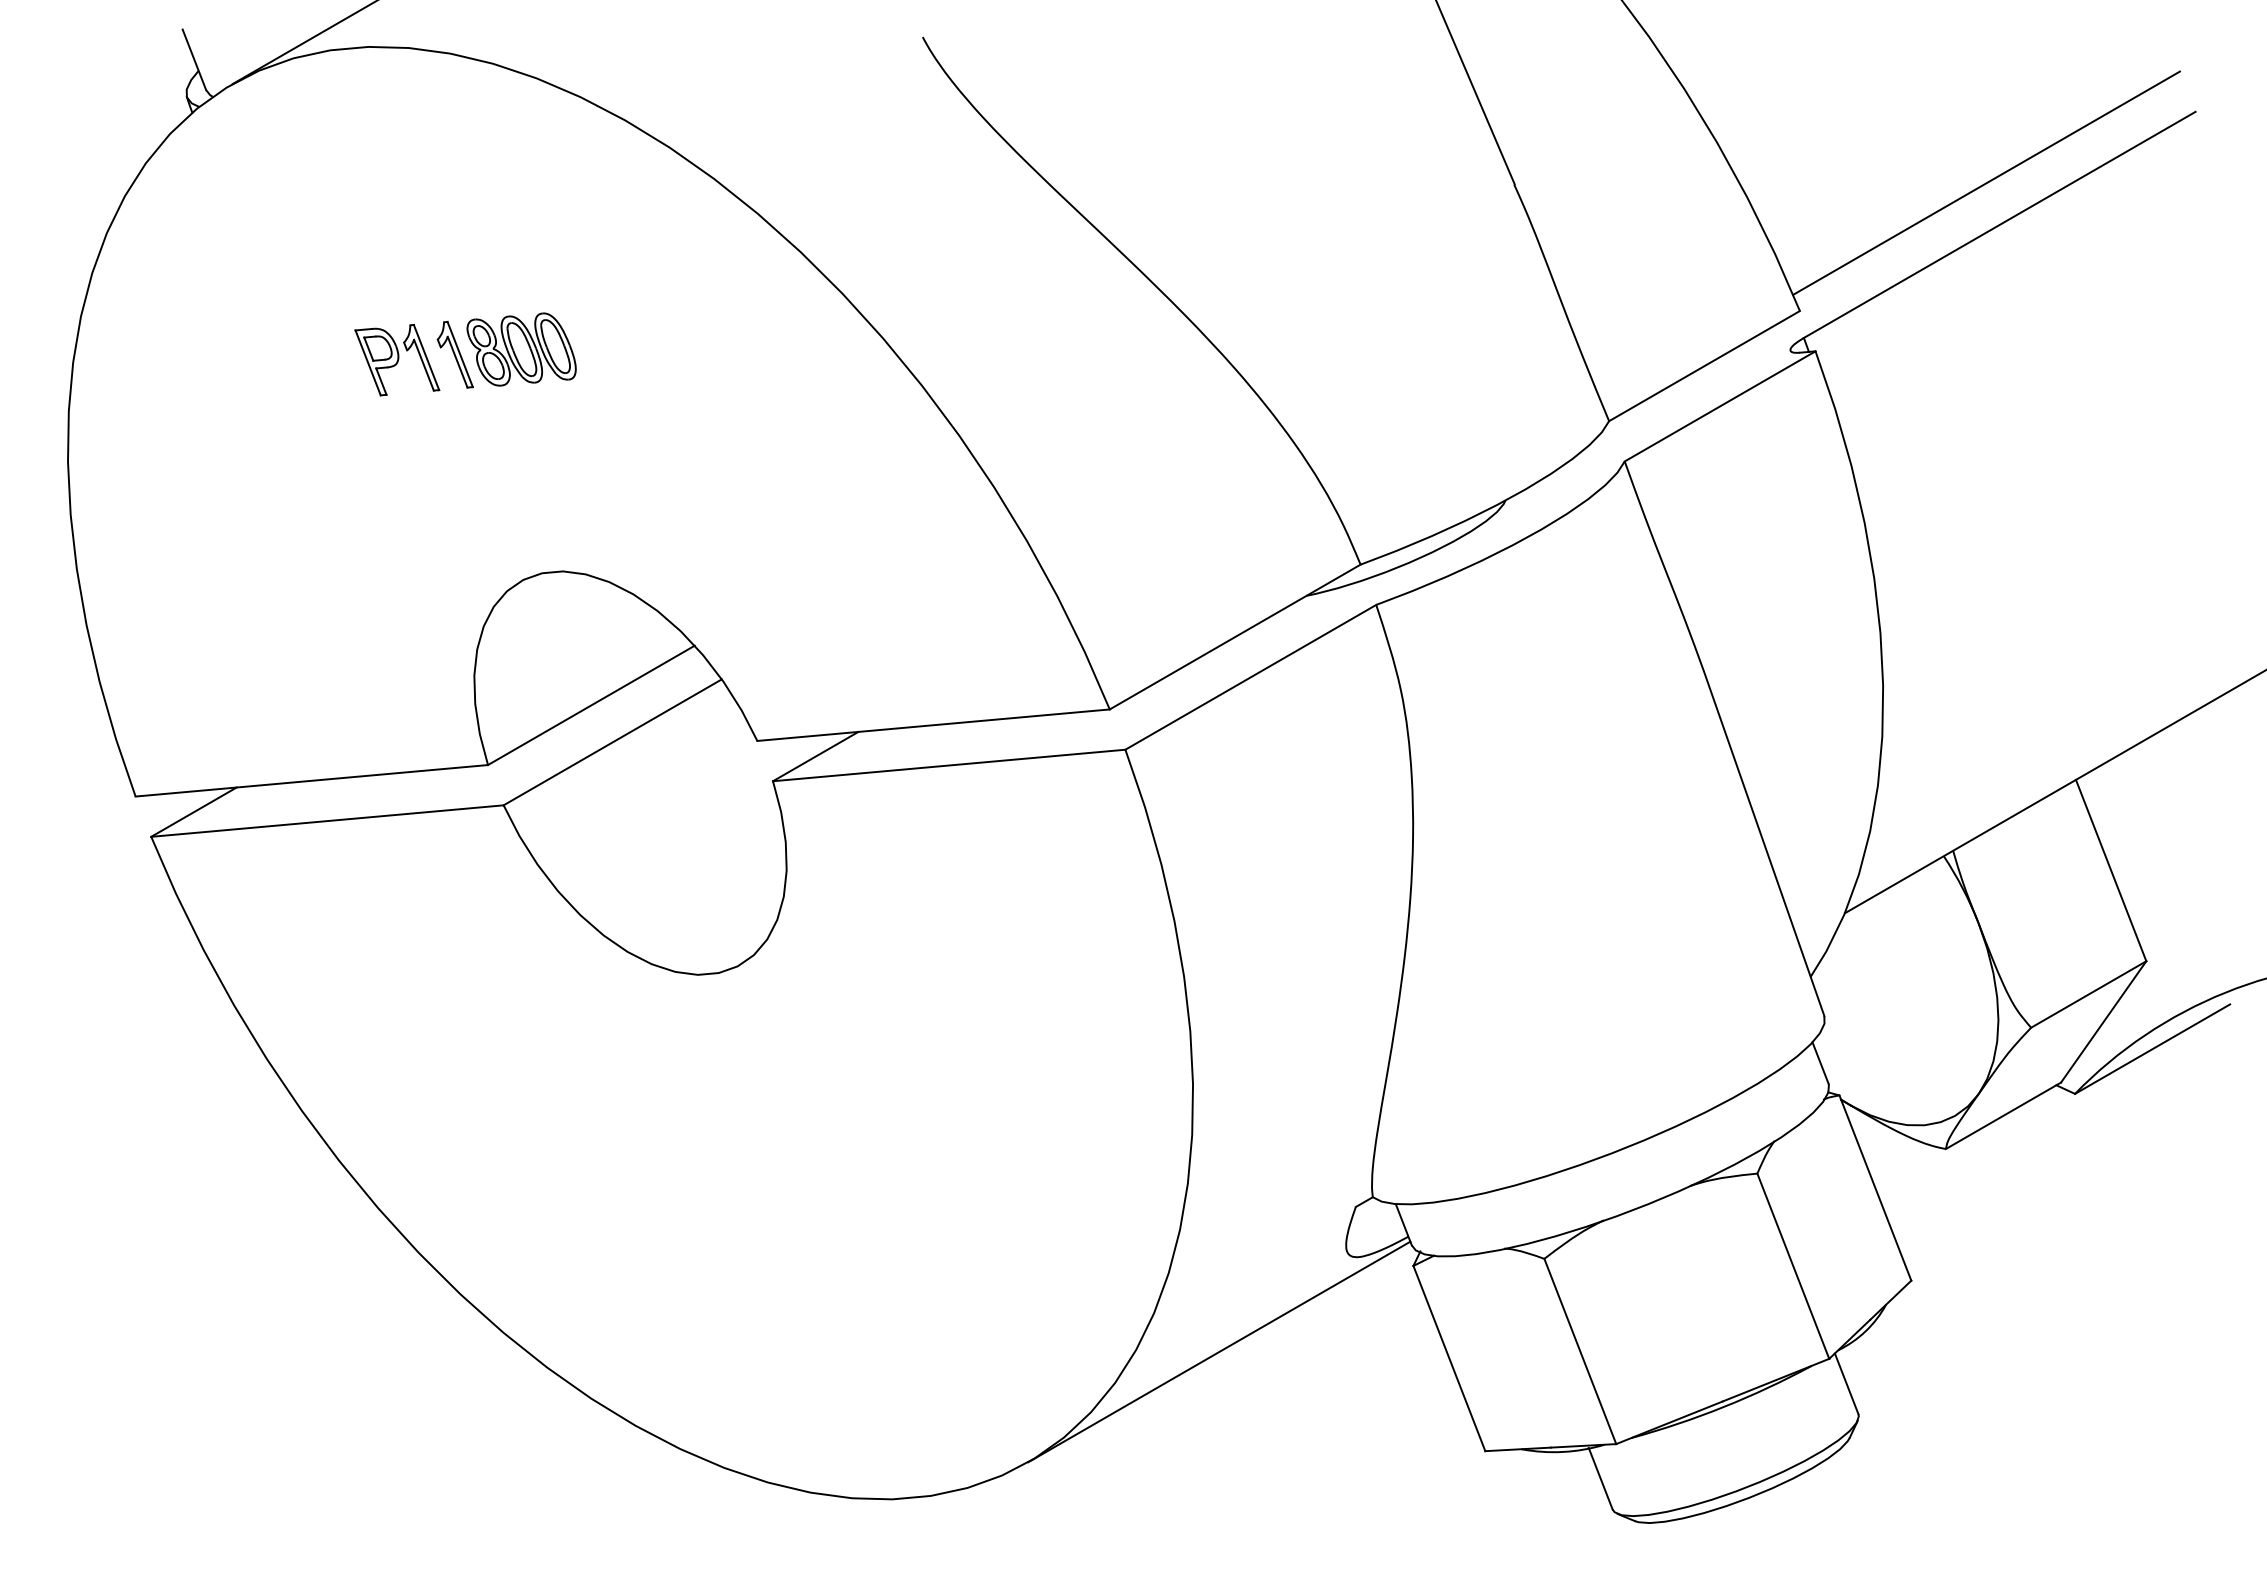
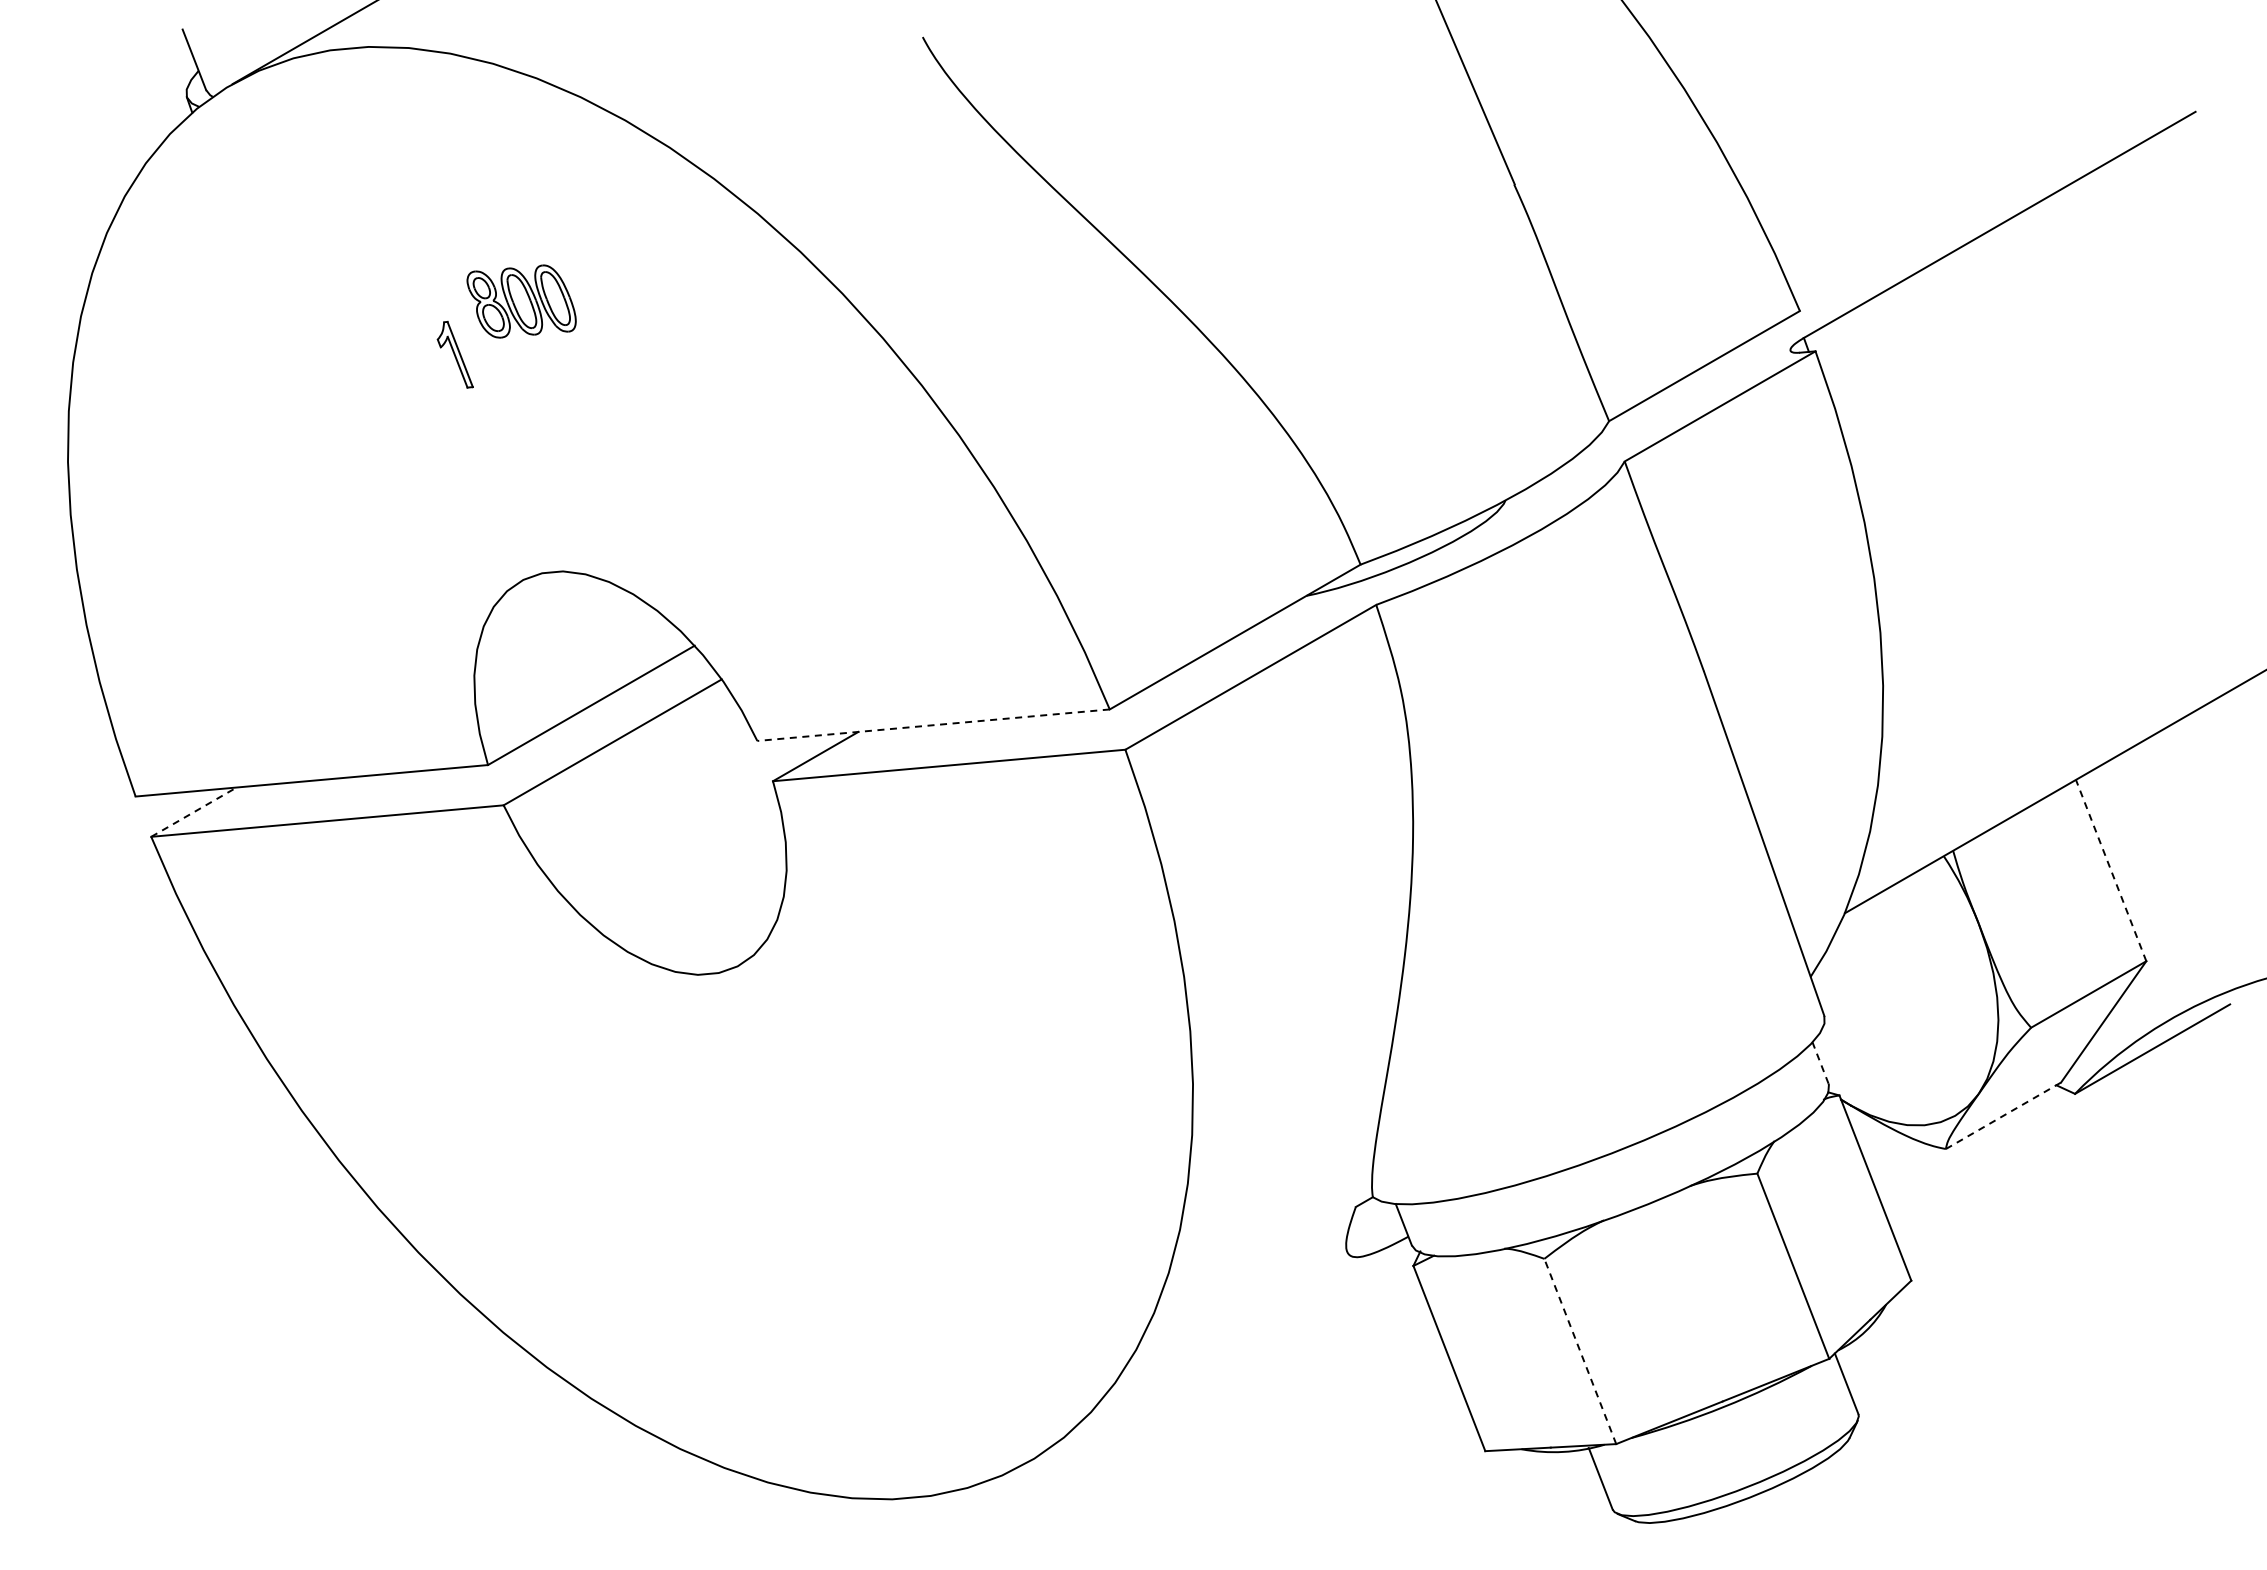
line at (1986, 182): present -> none
part at (521, 349) position: (521, 349) -> (521, 301)
part at (397, 359): present -> none
line at (933, 725): solid -> dashed
line at (194, 811): solid -> dashed
line at (2110, 870): solid -> dashed
line at (1820, 1062): solid -> dashed
line at (2003, 1115): solid -> dashed
line at (1219, 1351): present -> none
line at (1580, 1351): solid -> dashed
